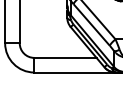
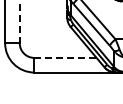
line at (19, 22): solid -> dashed
line at (65, 57): solid -> dashed
